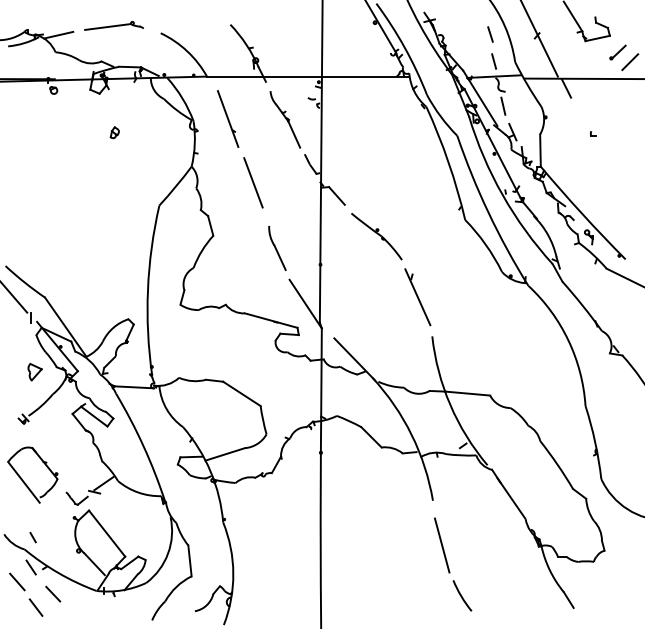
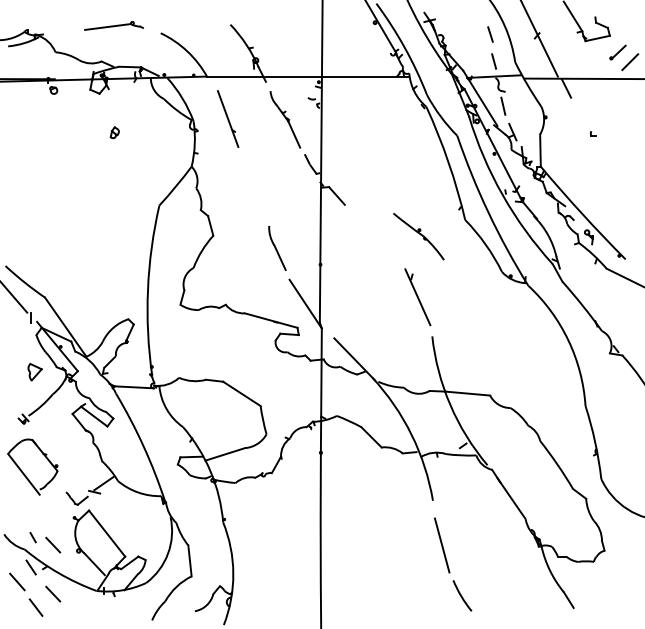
line at (58, 34): present -> none
line at (253, 182): present -> none
part at (376, 236) position: (376, 236) -> (418, 236)
part at (24, 481) position: (24, 481) -> (24, 473)
line at (53, 544): none -> present
